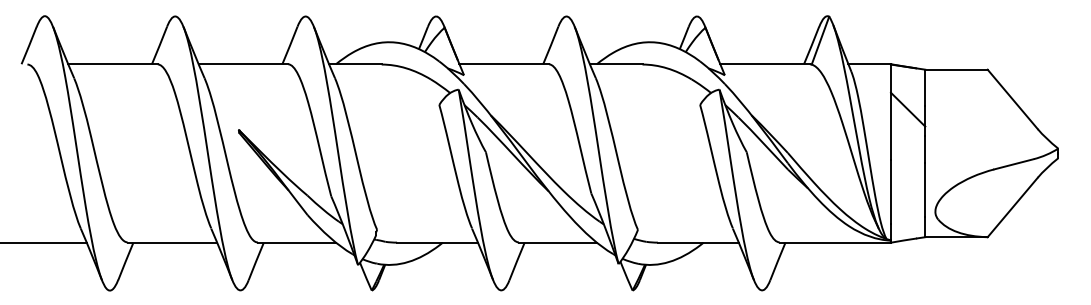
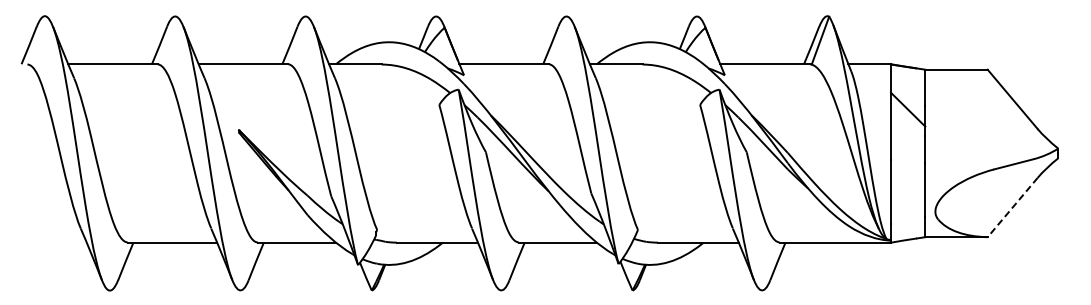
line at (1012, 207): solid -> dashed
line at (44, 242): present -> none
